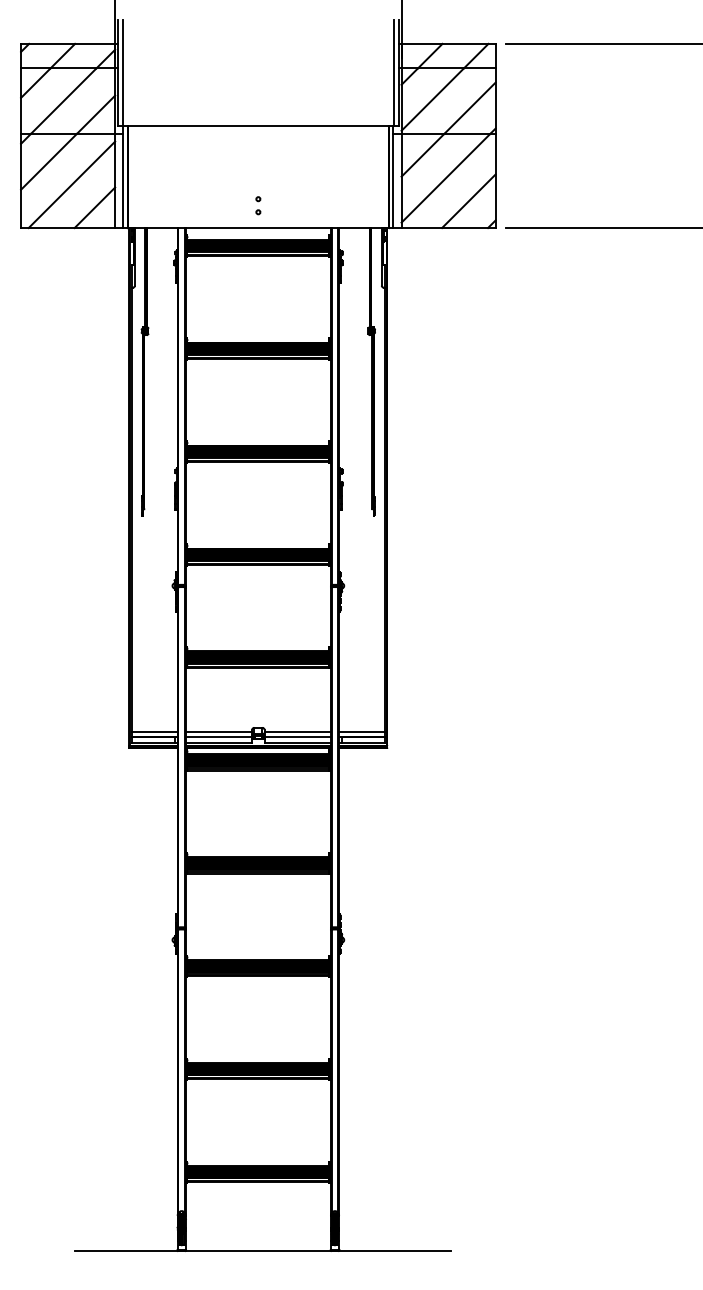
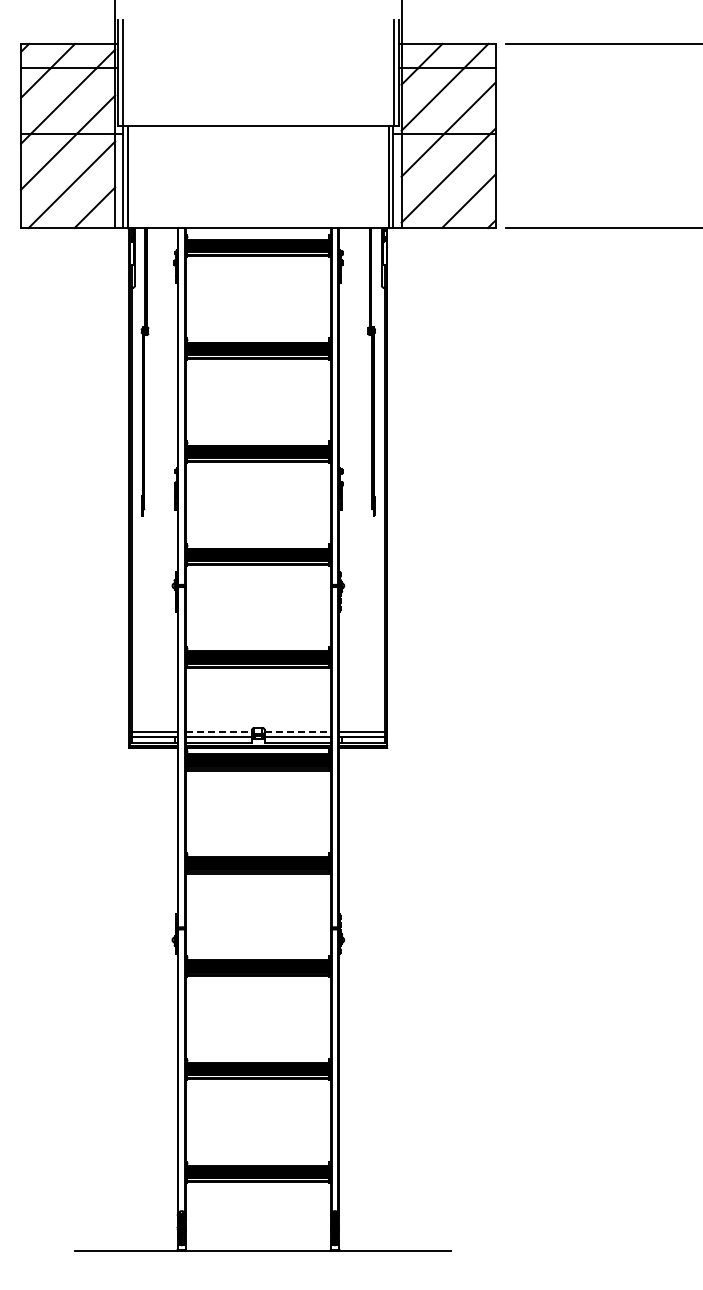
part at (258, 205): present -> none
line at (219, 731): solid -> dashed
line at (298, 731): solid -> dashed
